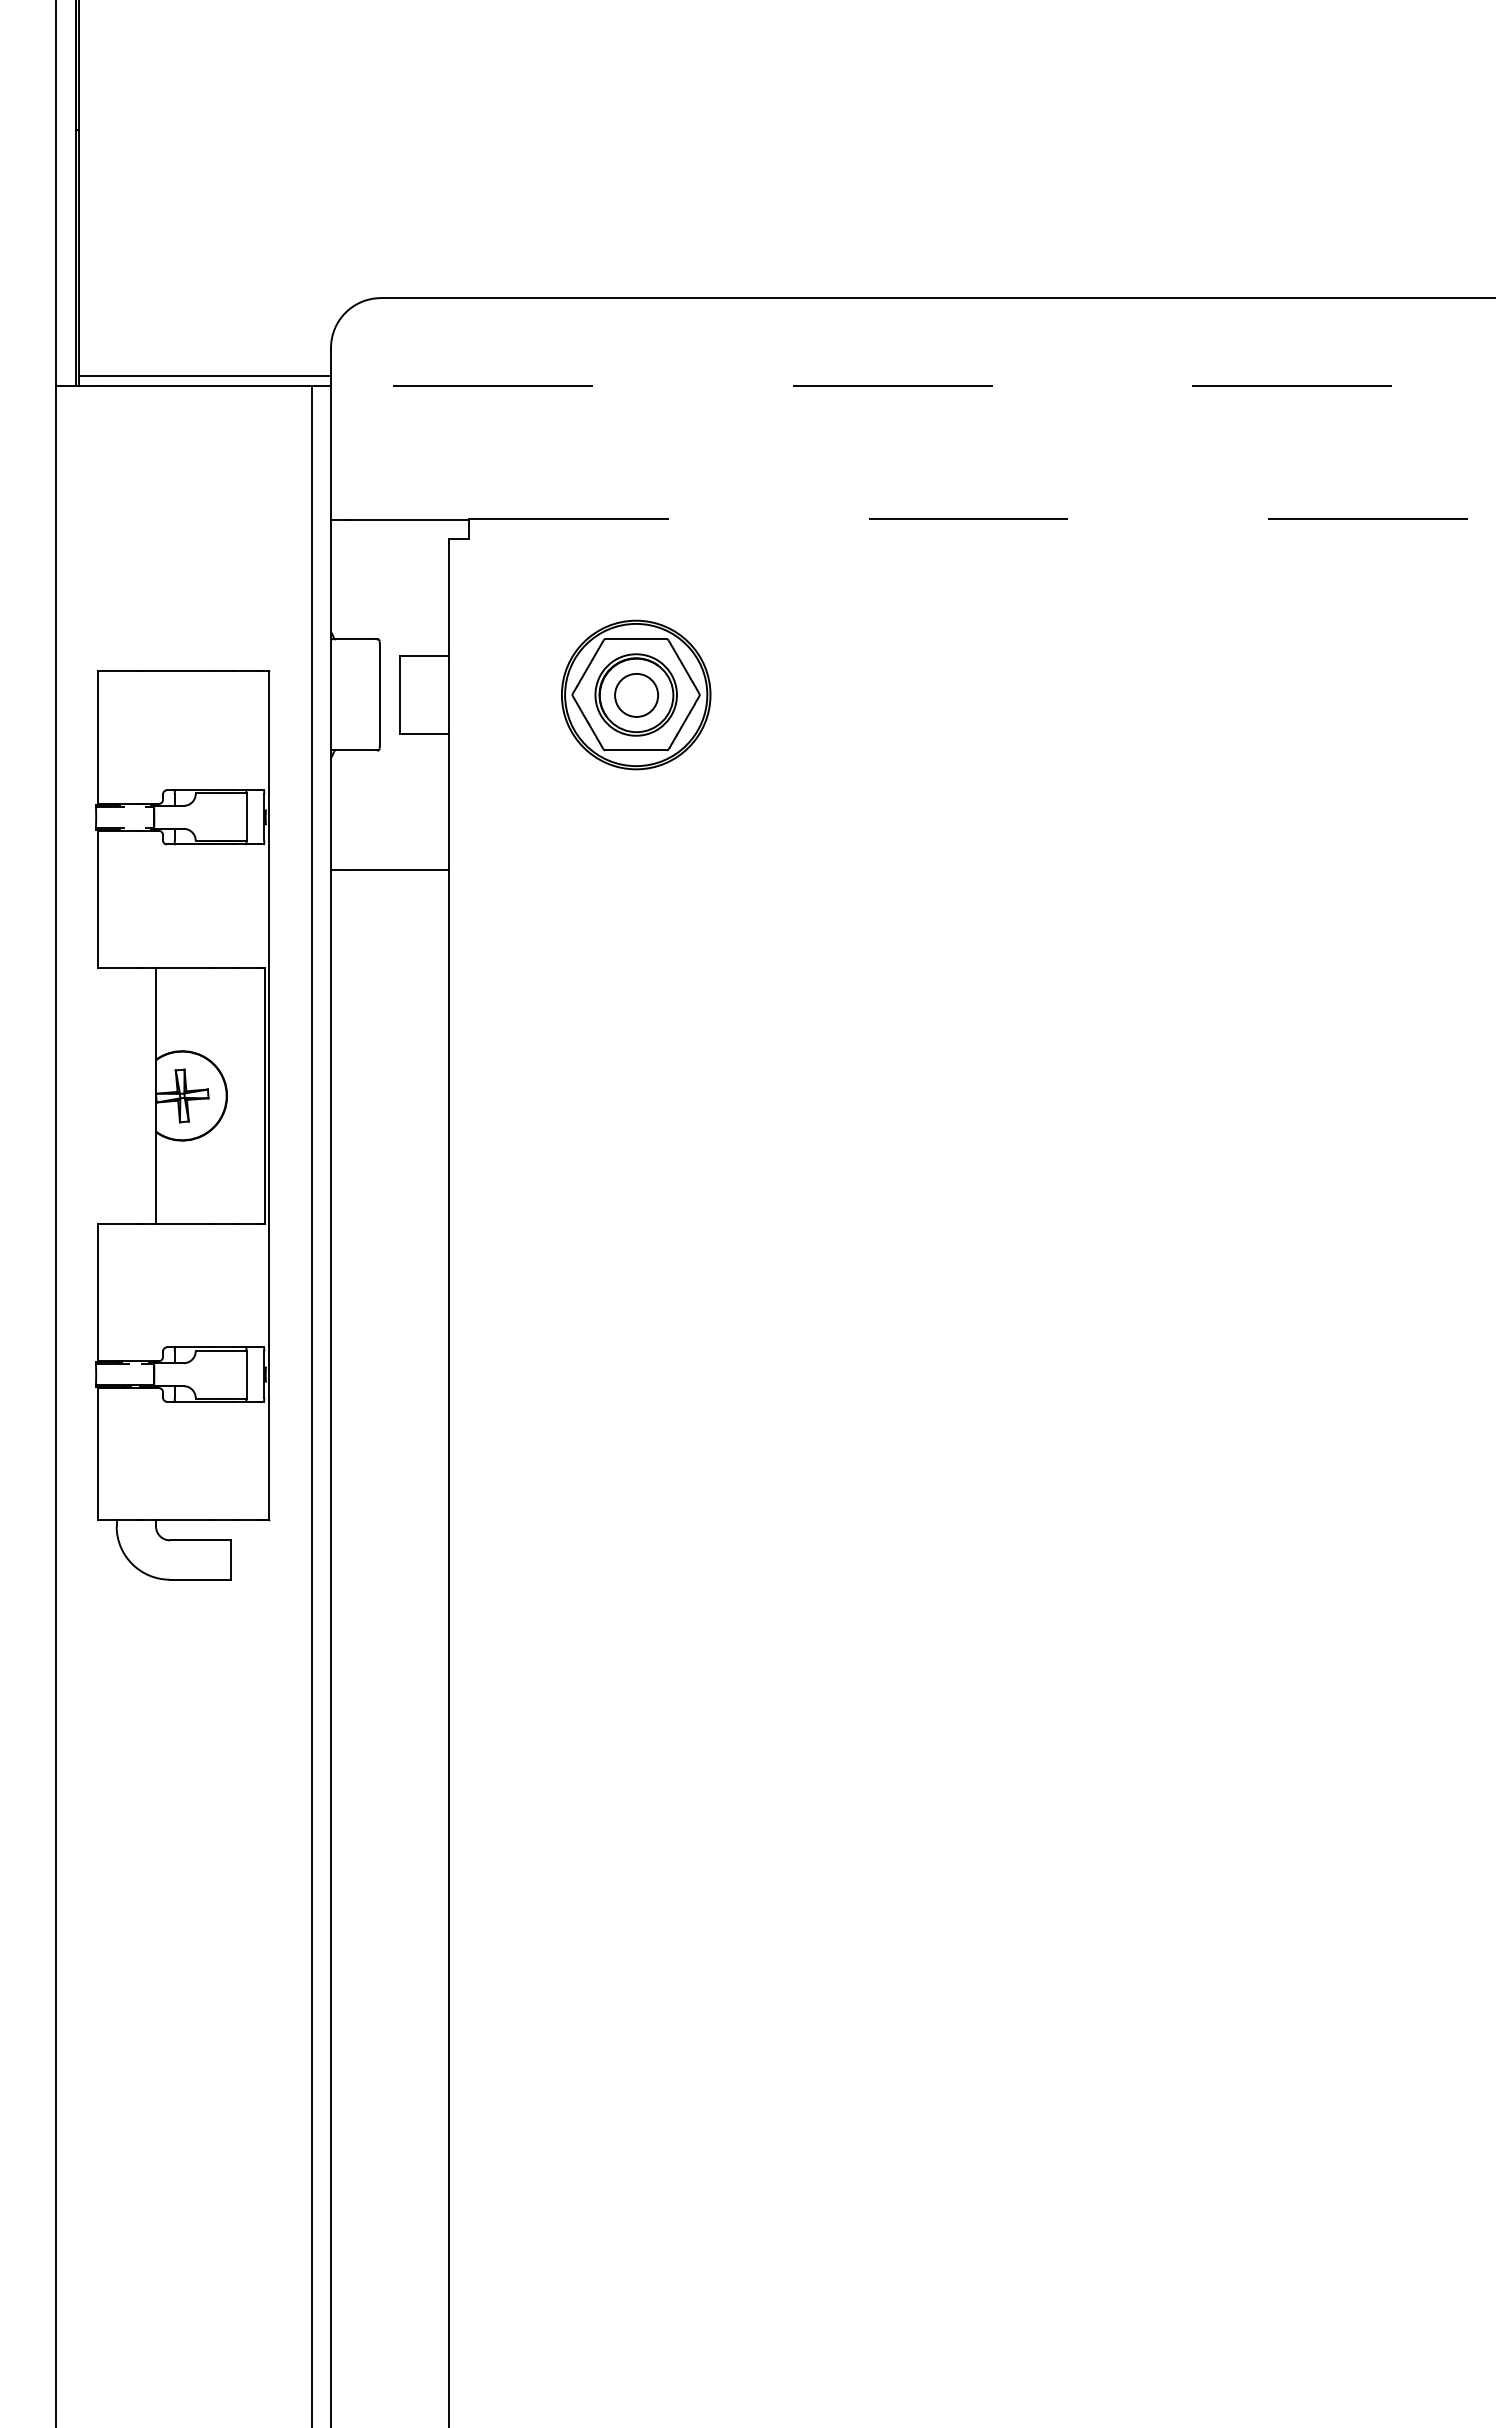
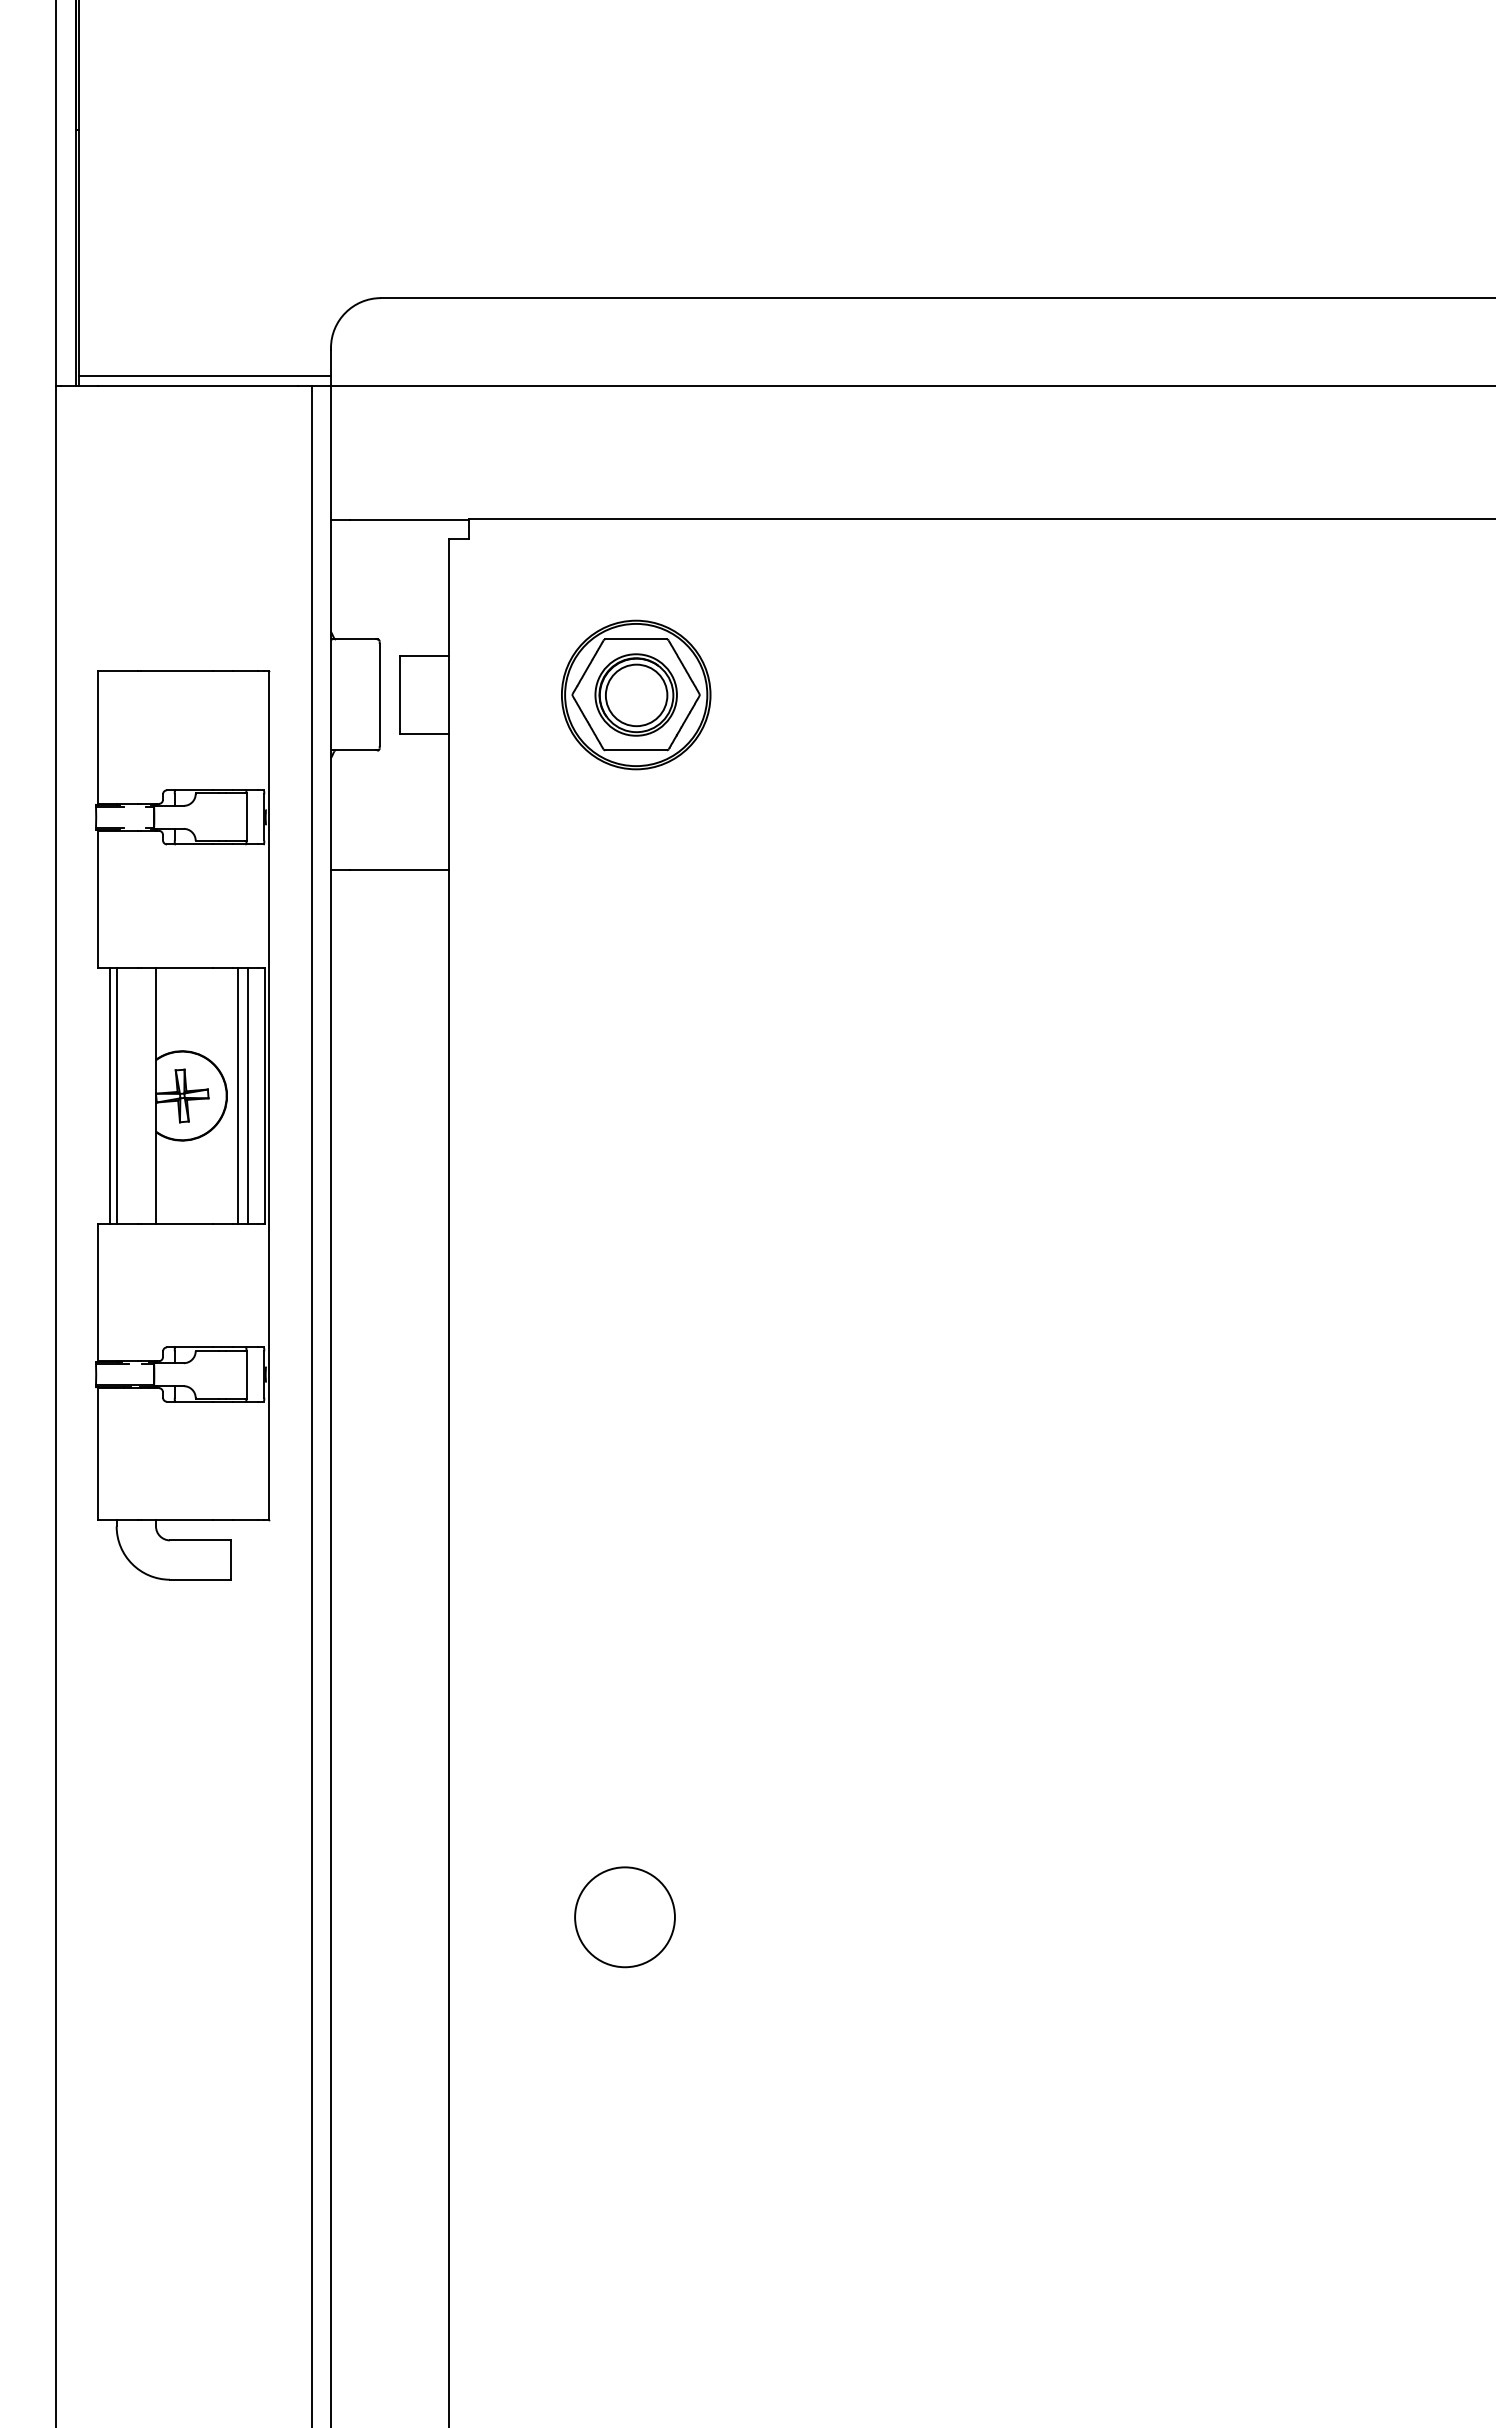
line at (913, 385): dashed -> solid
line at (982, 519): dashed -> solid
circle at (636, 694) diameter: 43 px -> 62 px
line at (110, 1095): none -> present
line at (116, 1095): none -> present
line at (238, 1095): none -> present
line at (247, 1095): none -> present
circle at (624, 1917): none -> present
